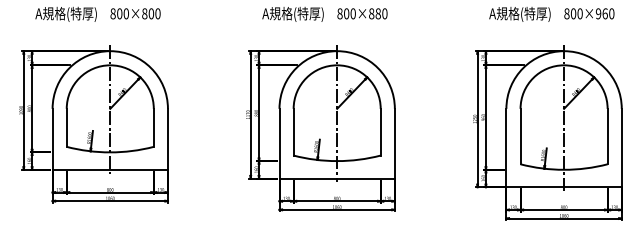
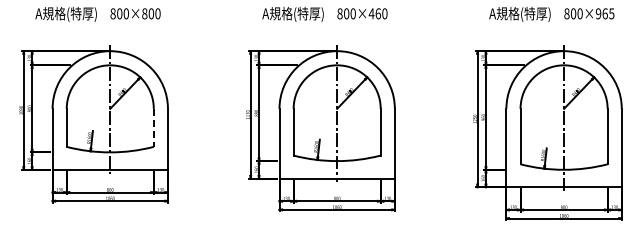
text at (374, 13): 800×880 -> 800×460
text at (611, 13): 800×960 -> 800×965
line at (153, 128): solid -> dashed
